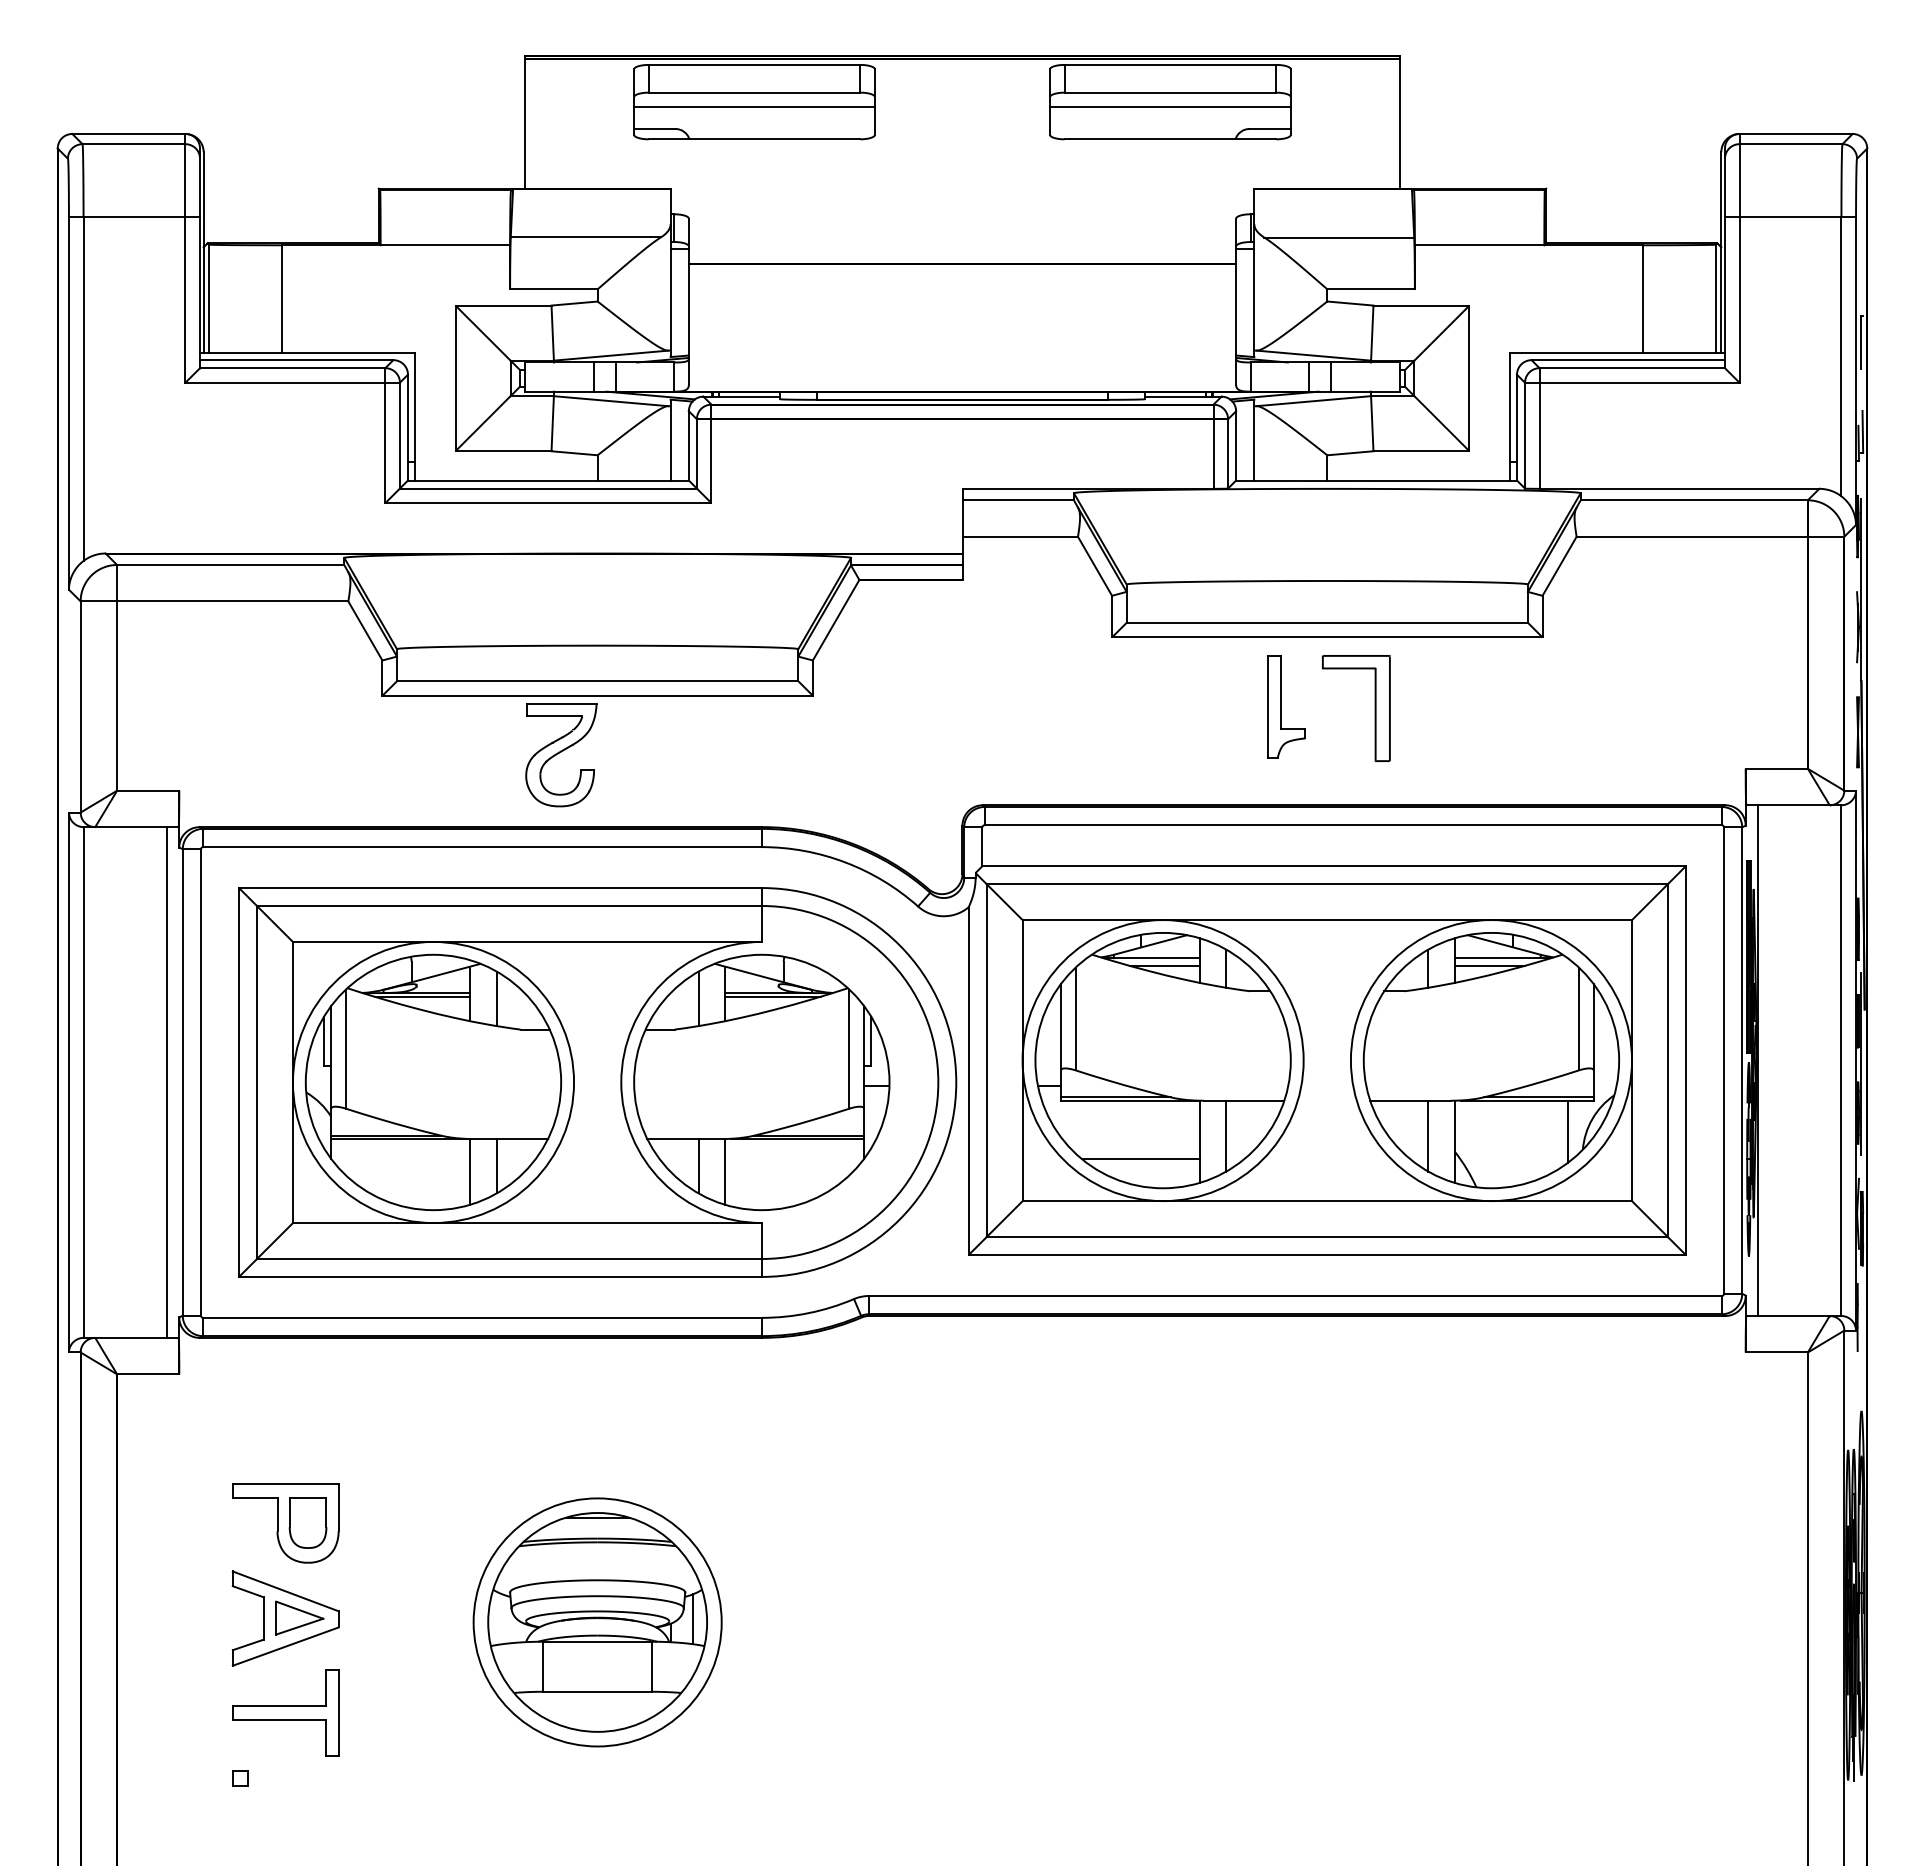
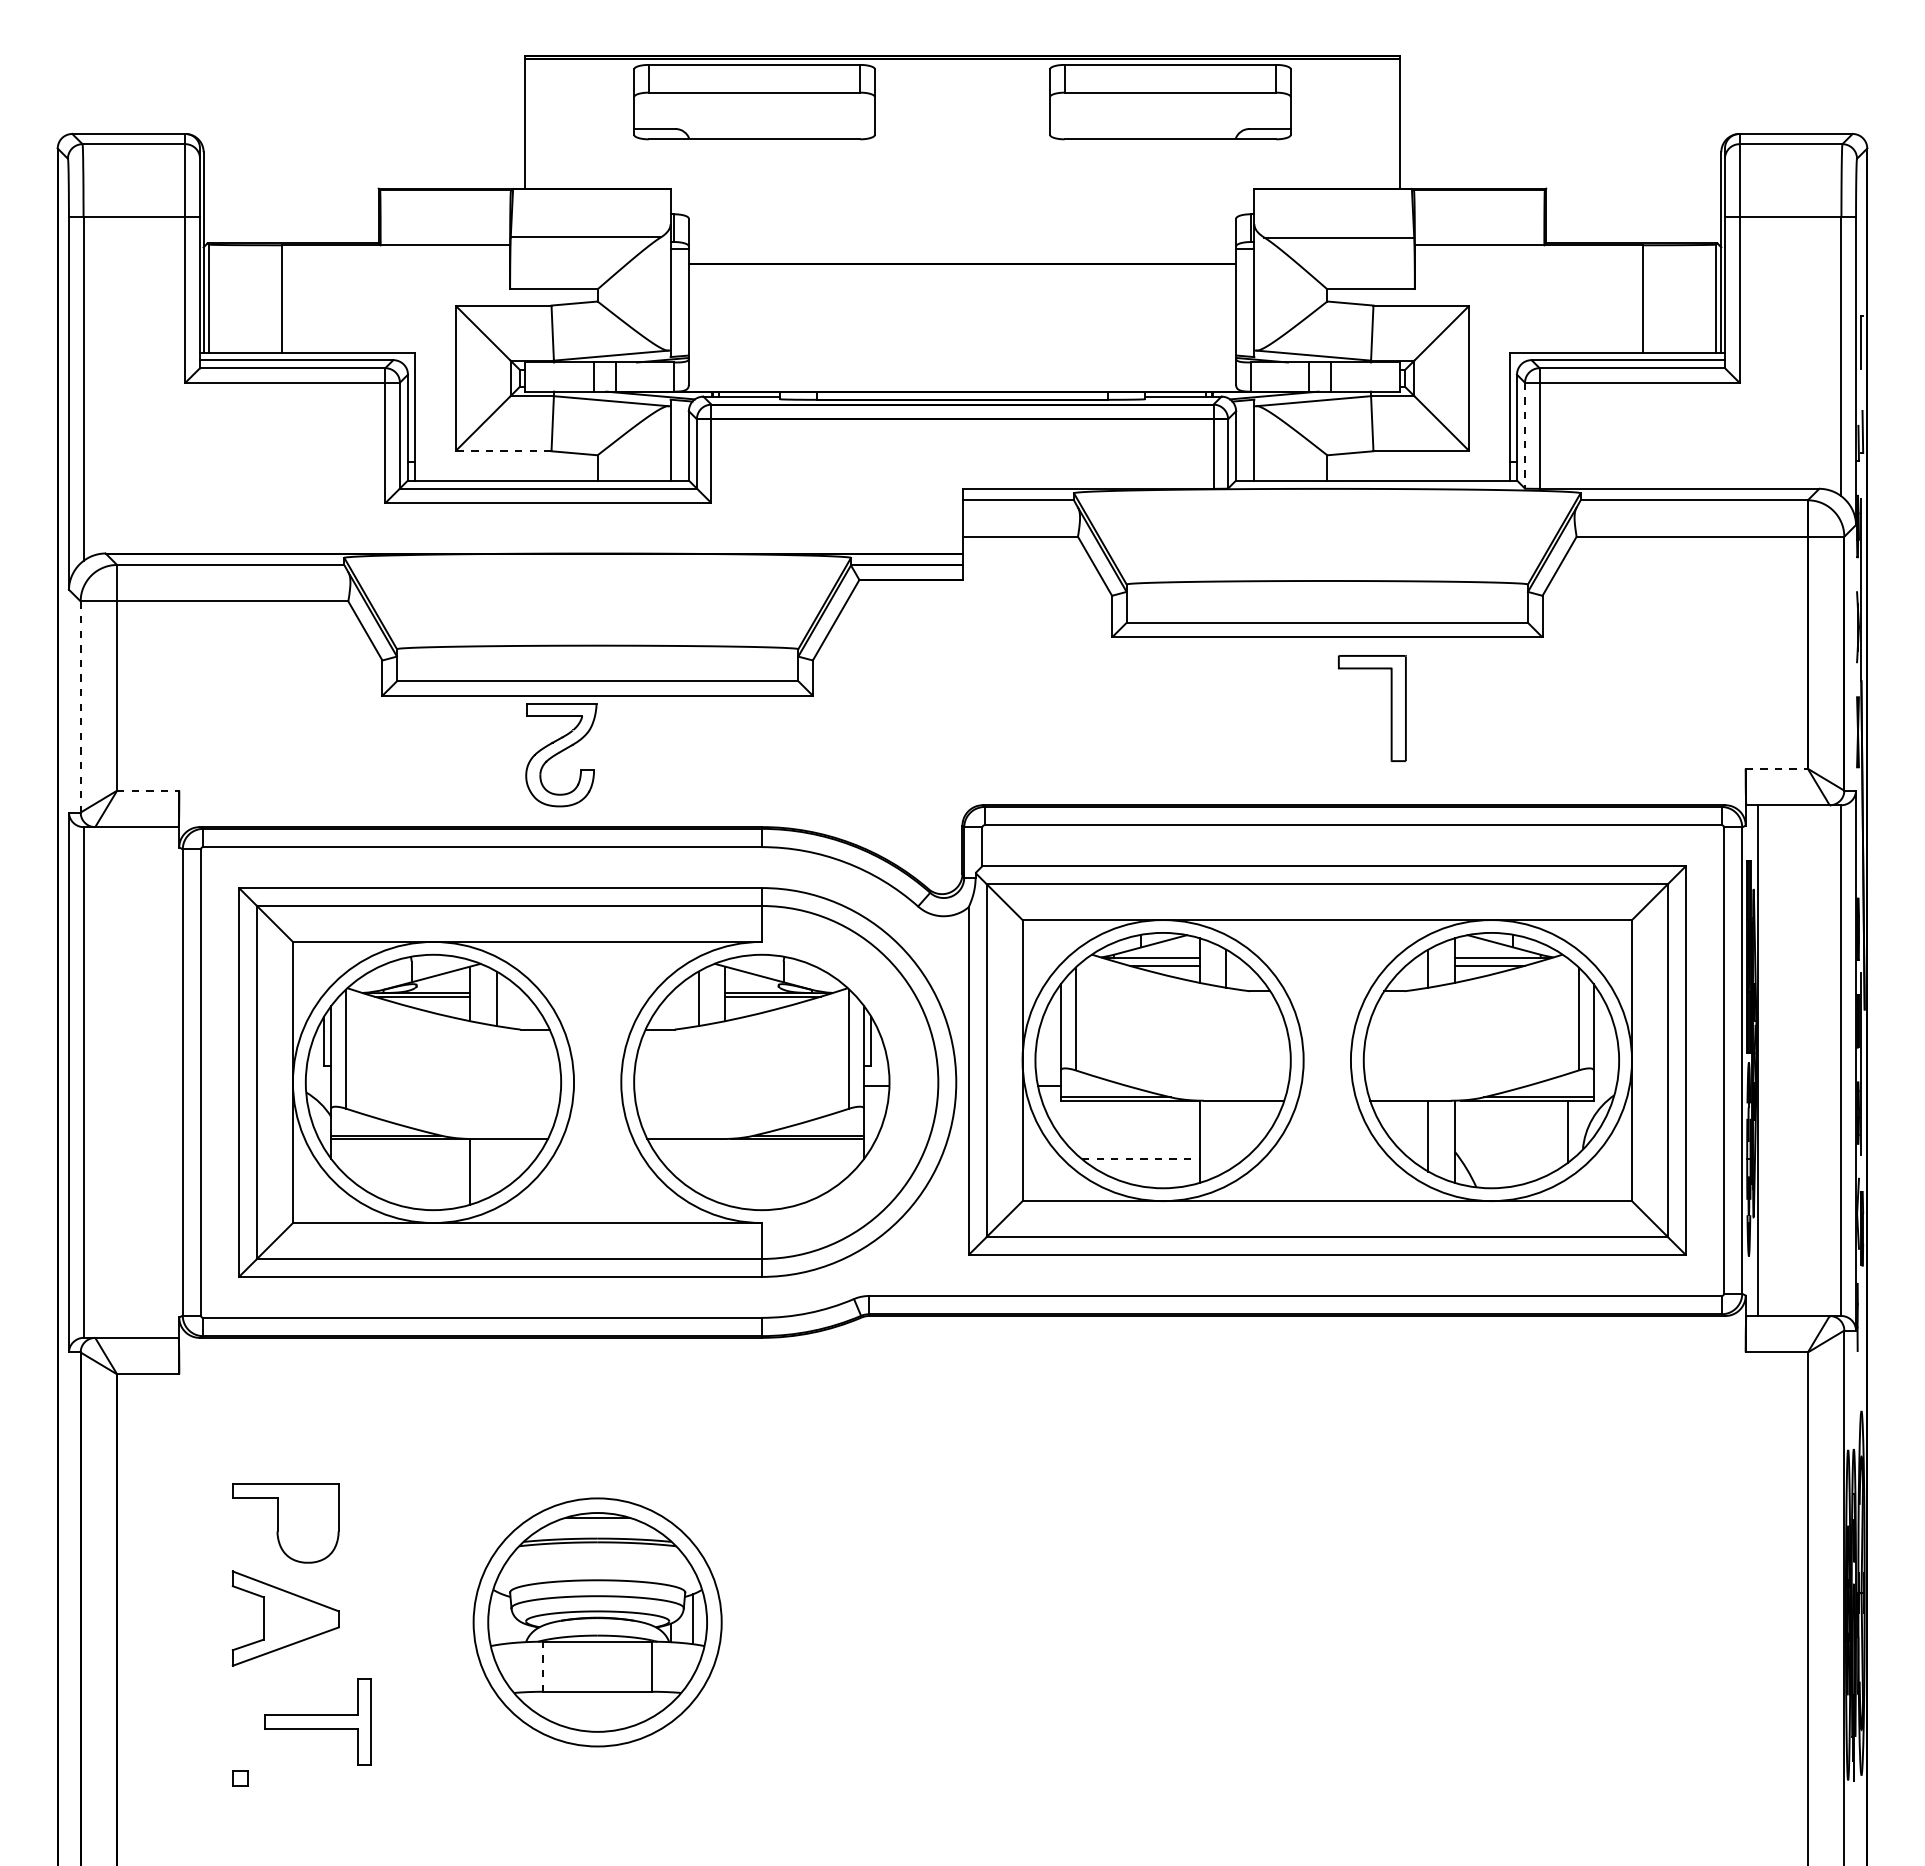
line at (754, 107): present -> none
line at (1170, 107): present -> none
line at (1525, 435): solid -> dashed
line at (503, 451): solid -> dashed
line at (80, 706): solid -> dashed
part at (1286, 706): present -> none
part at (1374, 708) position: (1374, 708) -> (1390, 708)
line at (1777, 768): solid -> dashed
line at (148, 790): solid -> dashed
line at (167, 1082): present -> none
line at (1226, 1135): present -> none
line at (1140, 1159): solid -> dashed
line at (496, 1166): present -> none
line at (698, 1166): present -> none
line at (725, 1171): present -> none
part at (307, 1522): present -> none
part at (299, 1617): present -> none
line at (542, 1666): solid -> dashed
part at (285, 1712) position: (285, 1712) -> (317, 1721)
